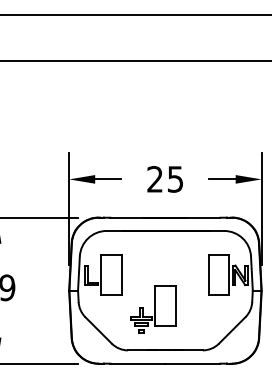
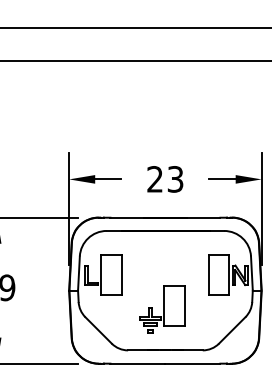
line at (135, 15) position: (135, 15) -> (135, 28)
text at (175, 179): 25 -> 23
part at (153, 309) position: (153, 309) -> (162, 309)
